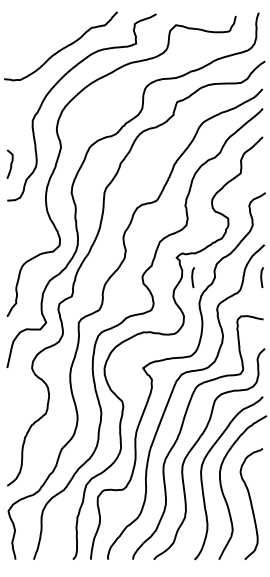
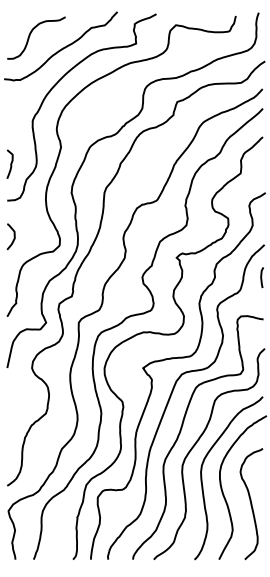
curve at (30, 36): none -> present
curve at (13, 236): none -> present
line at (192, 277): present -> none
